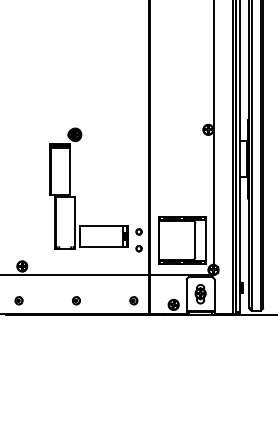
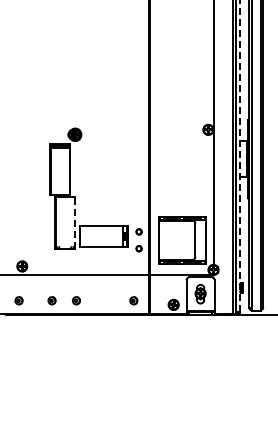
line at (240, 156): solid -> dashed
line at (74, 223): solid -> dashed
part at (51, 300): none -> present
